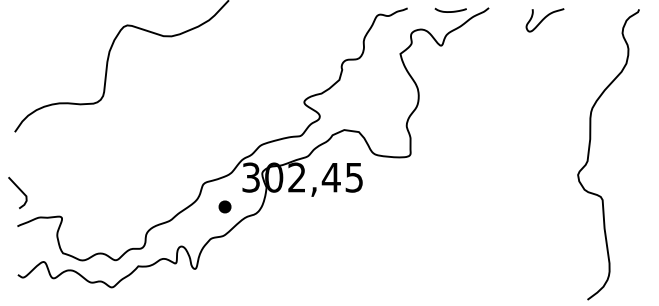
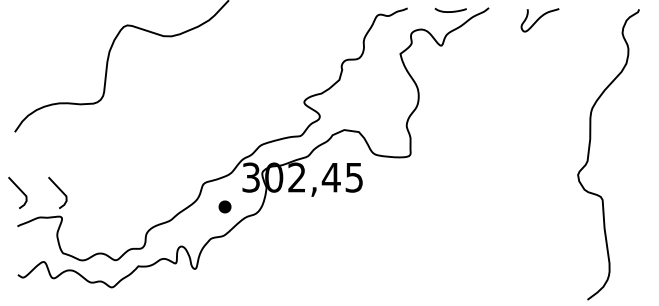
curve at (544, 19) position: (544, 19) -> (539, 19)
line at (59, 190): none -> present
